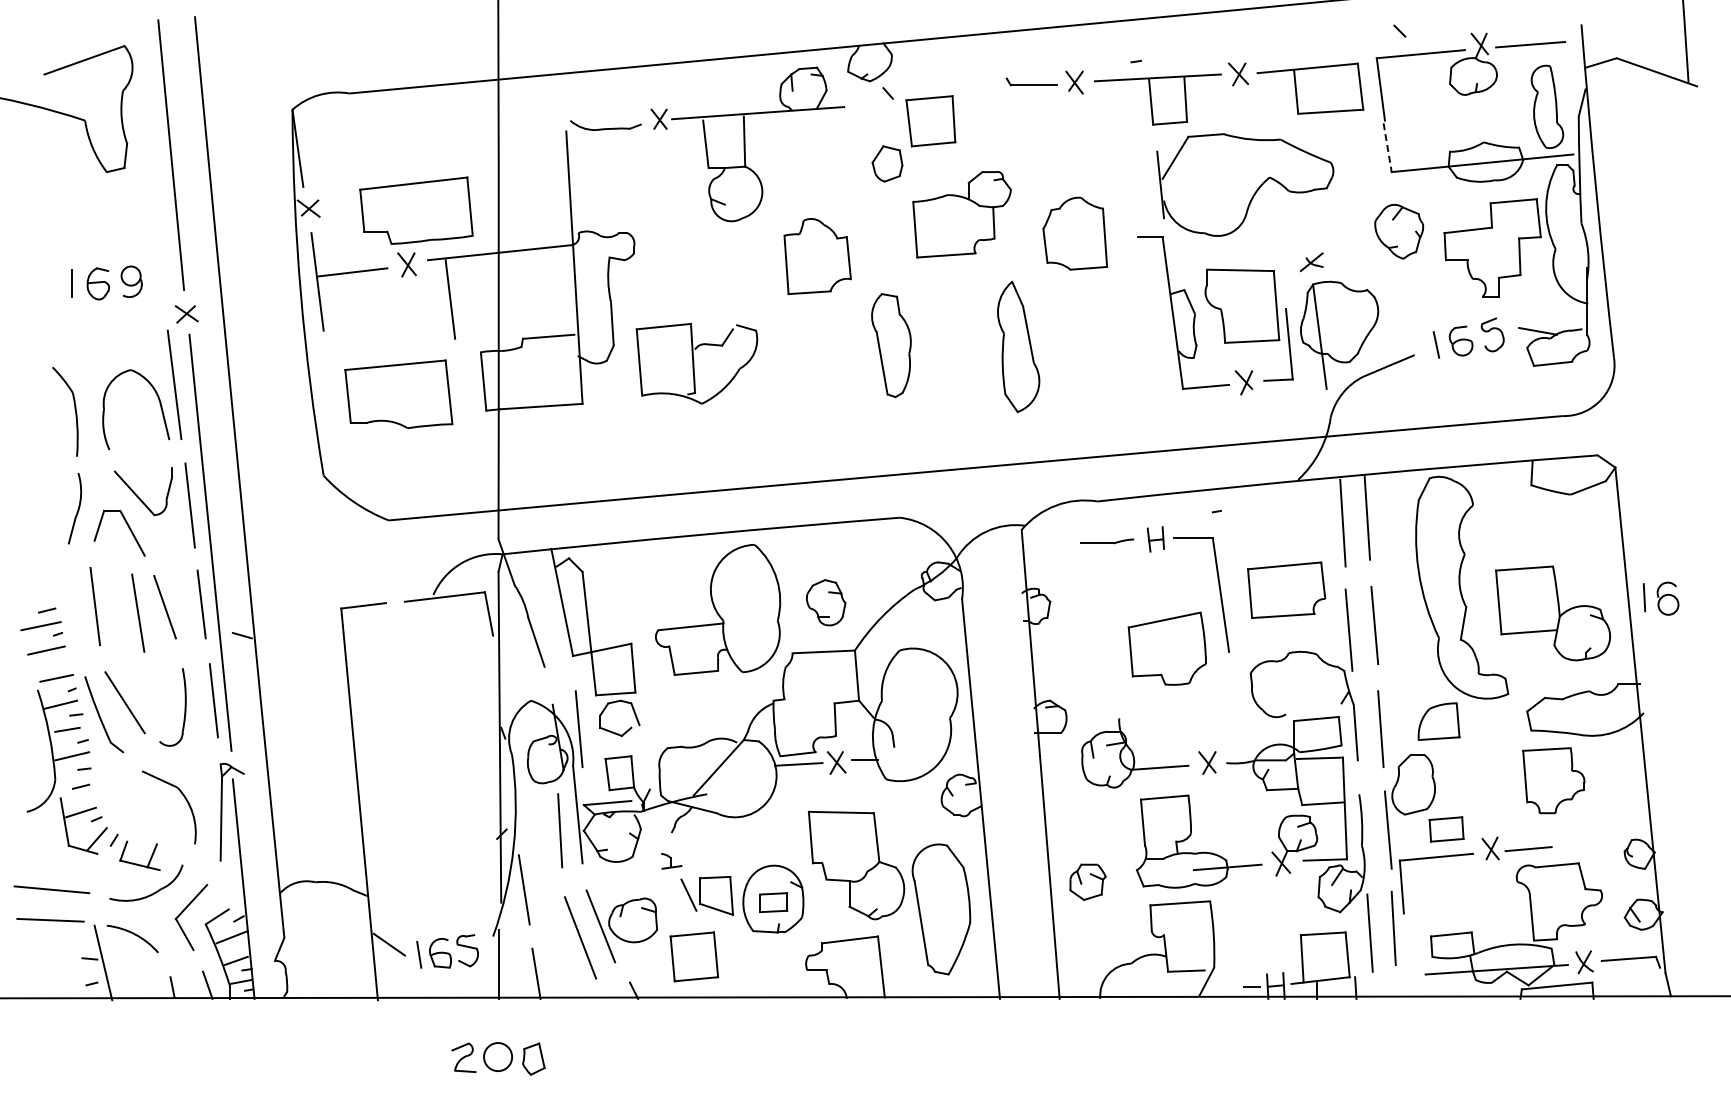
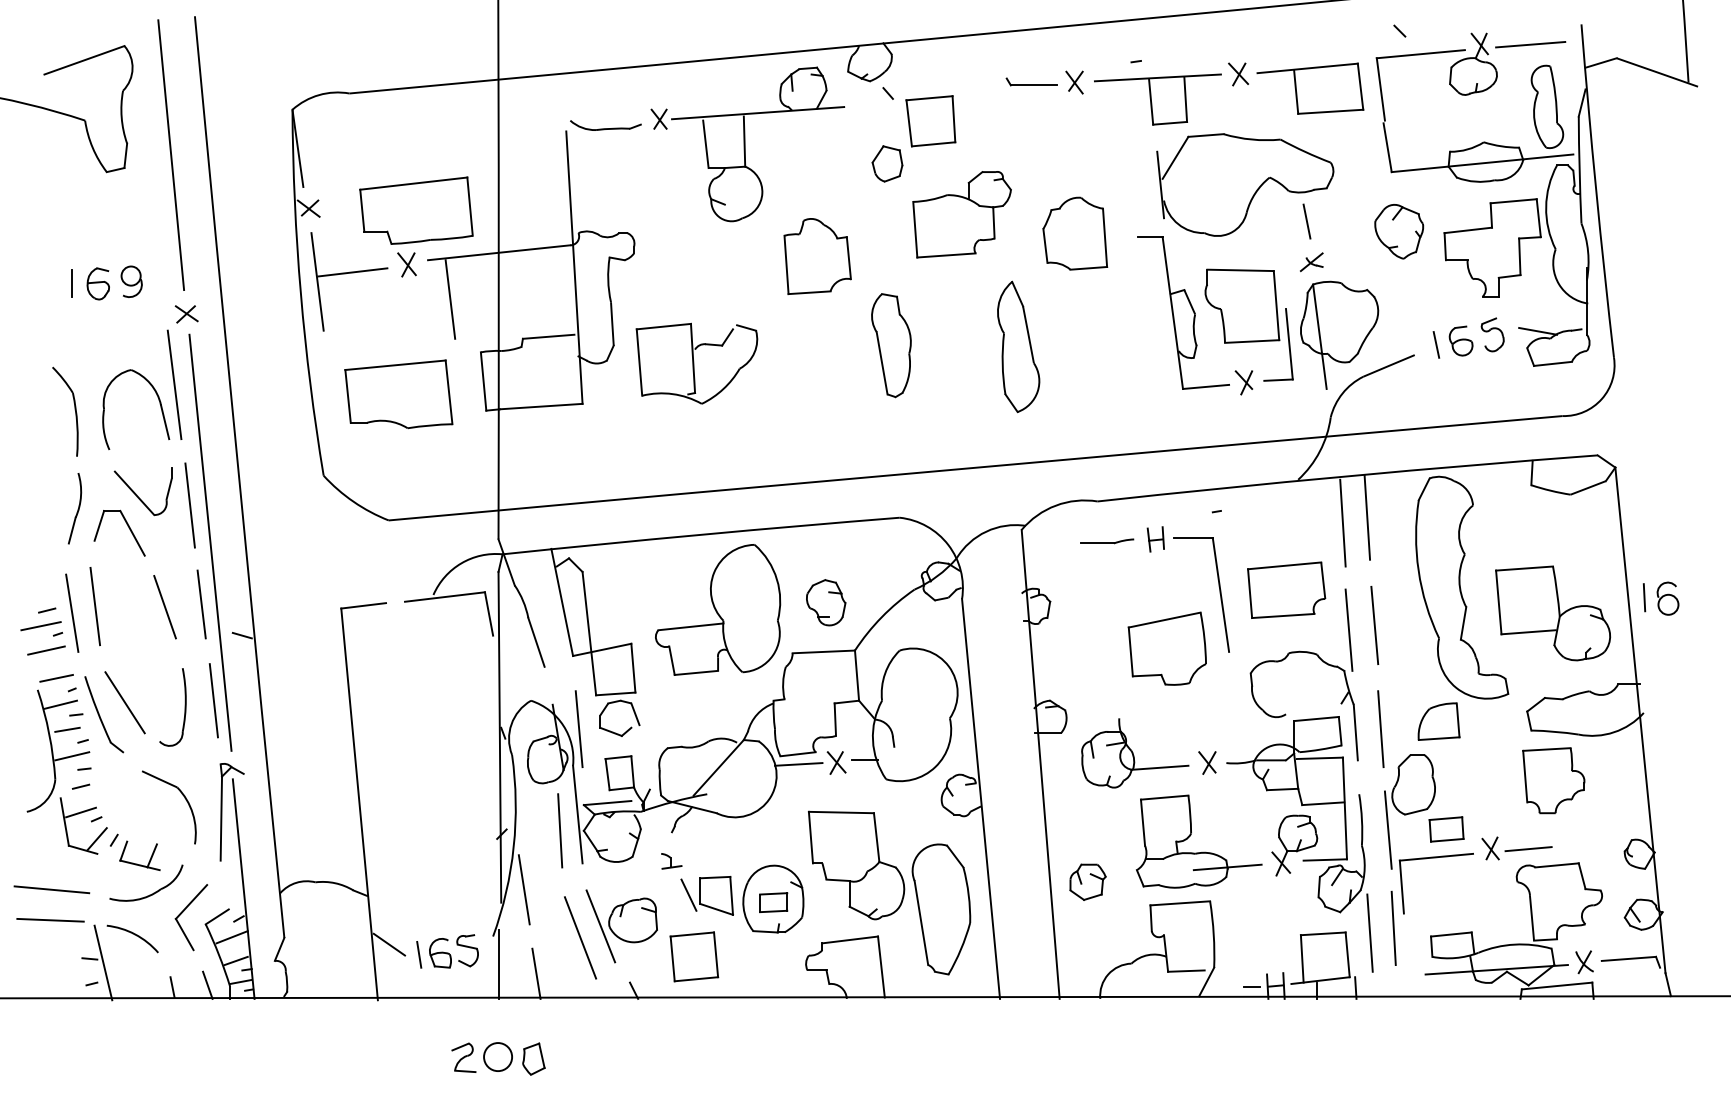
line at (1387, 147): dashed -> solid
line at (1306, 221): none -> present
line at (138, 612) position: (138, 612) -> (72, 612)
